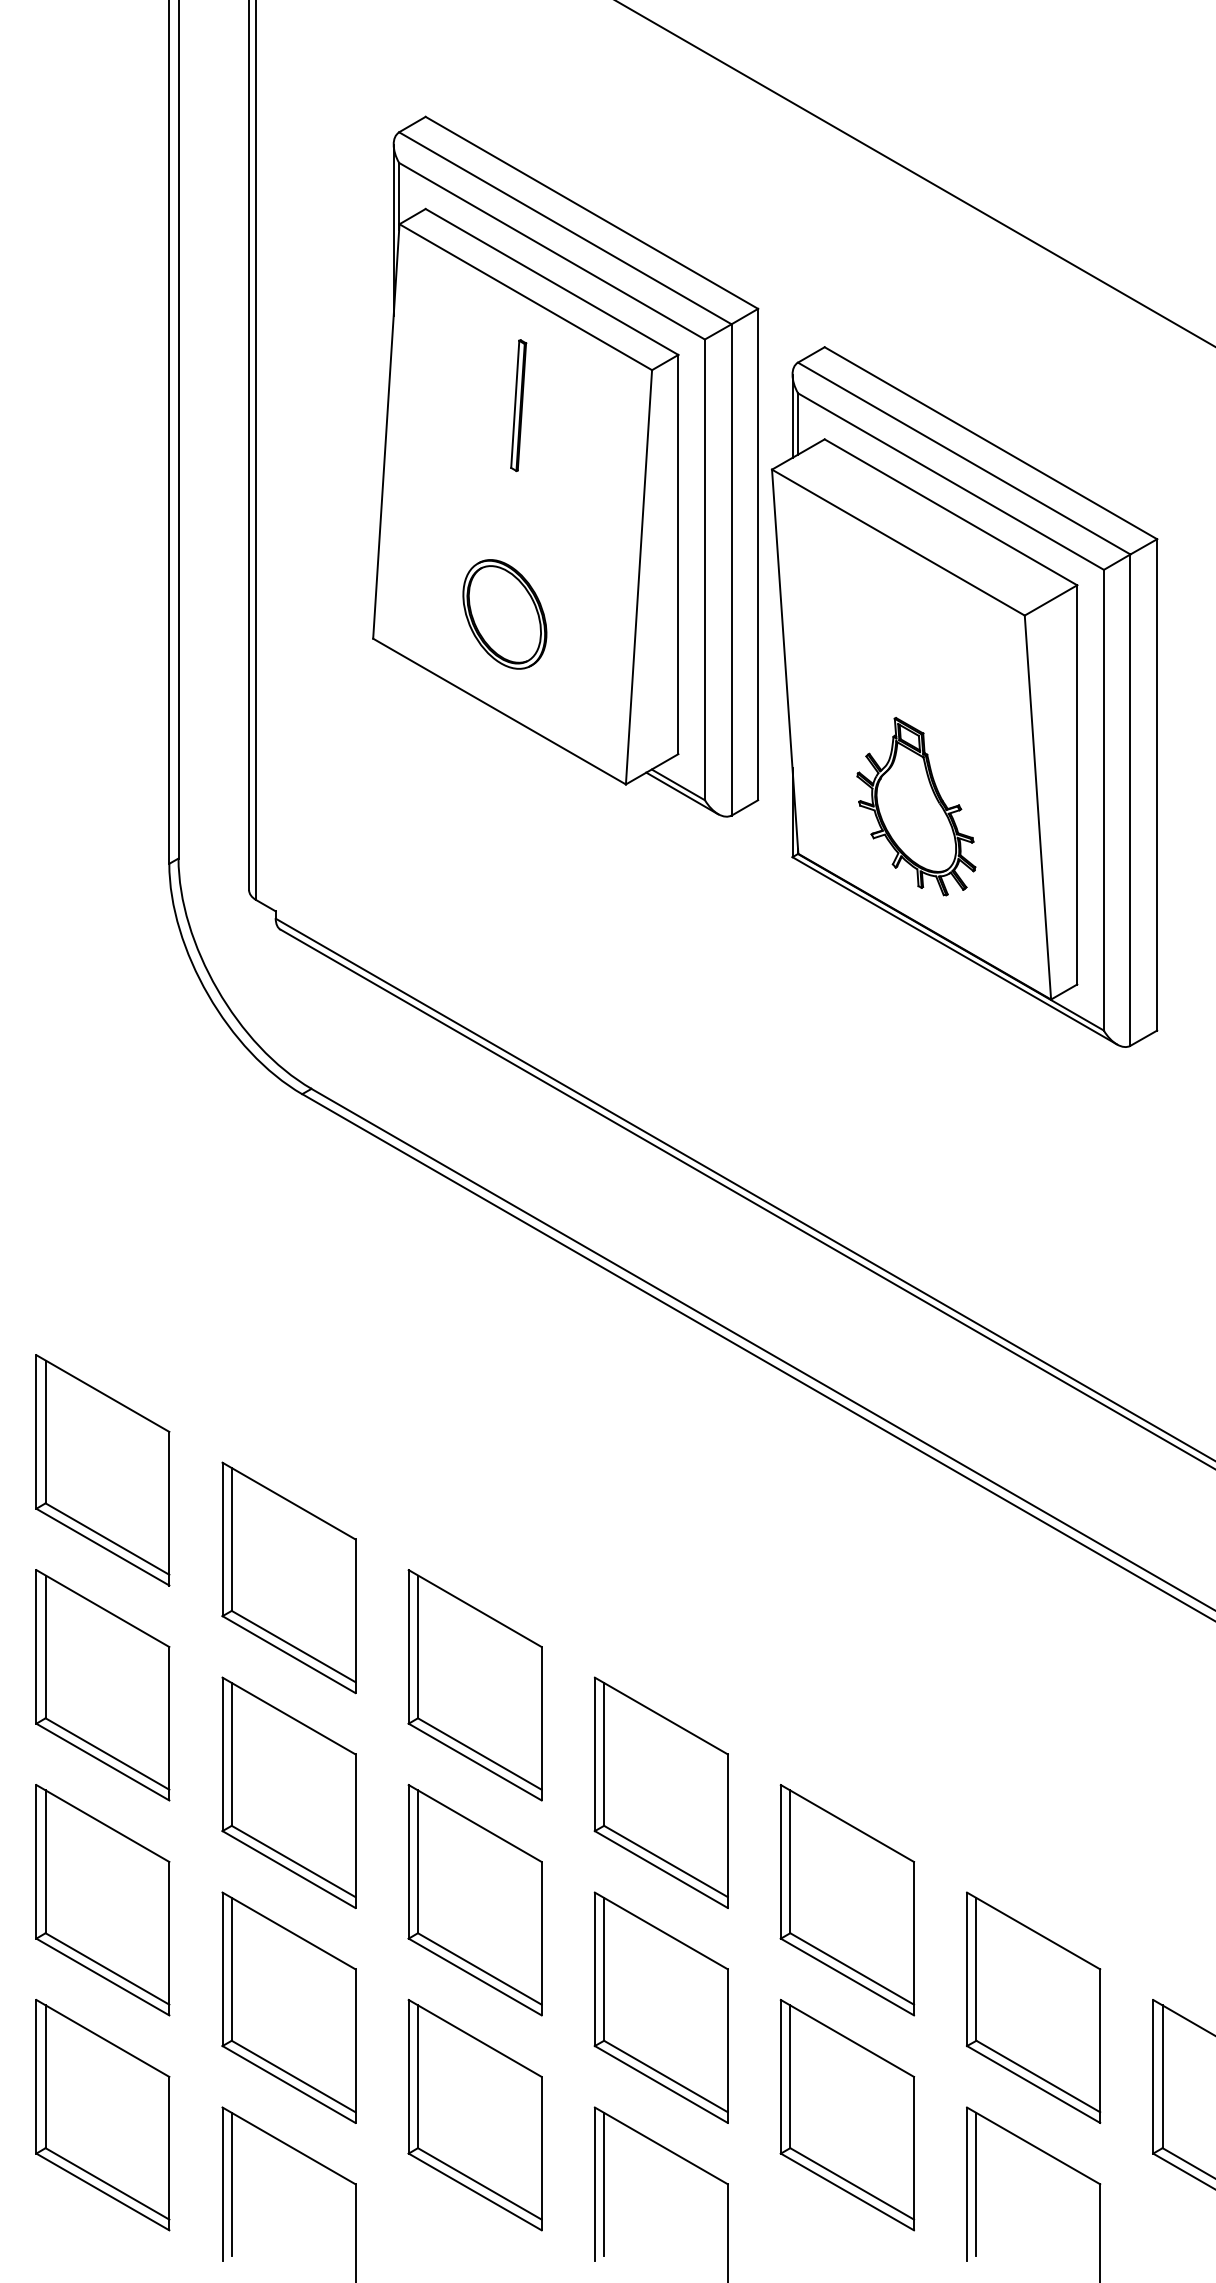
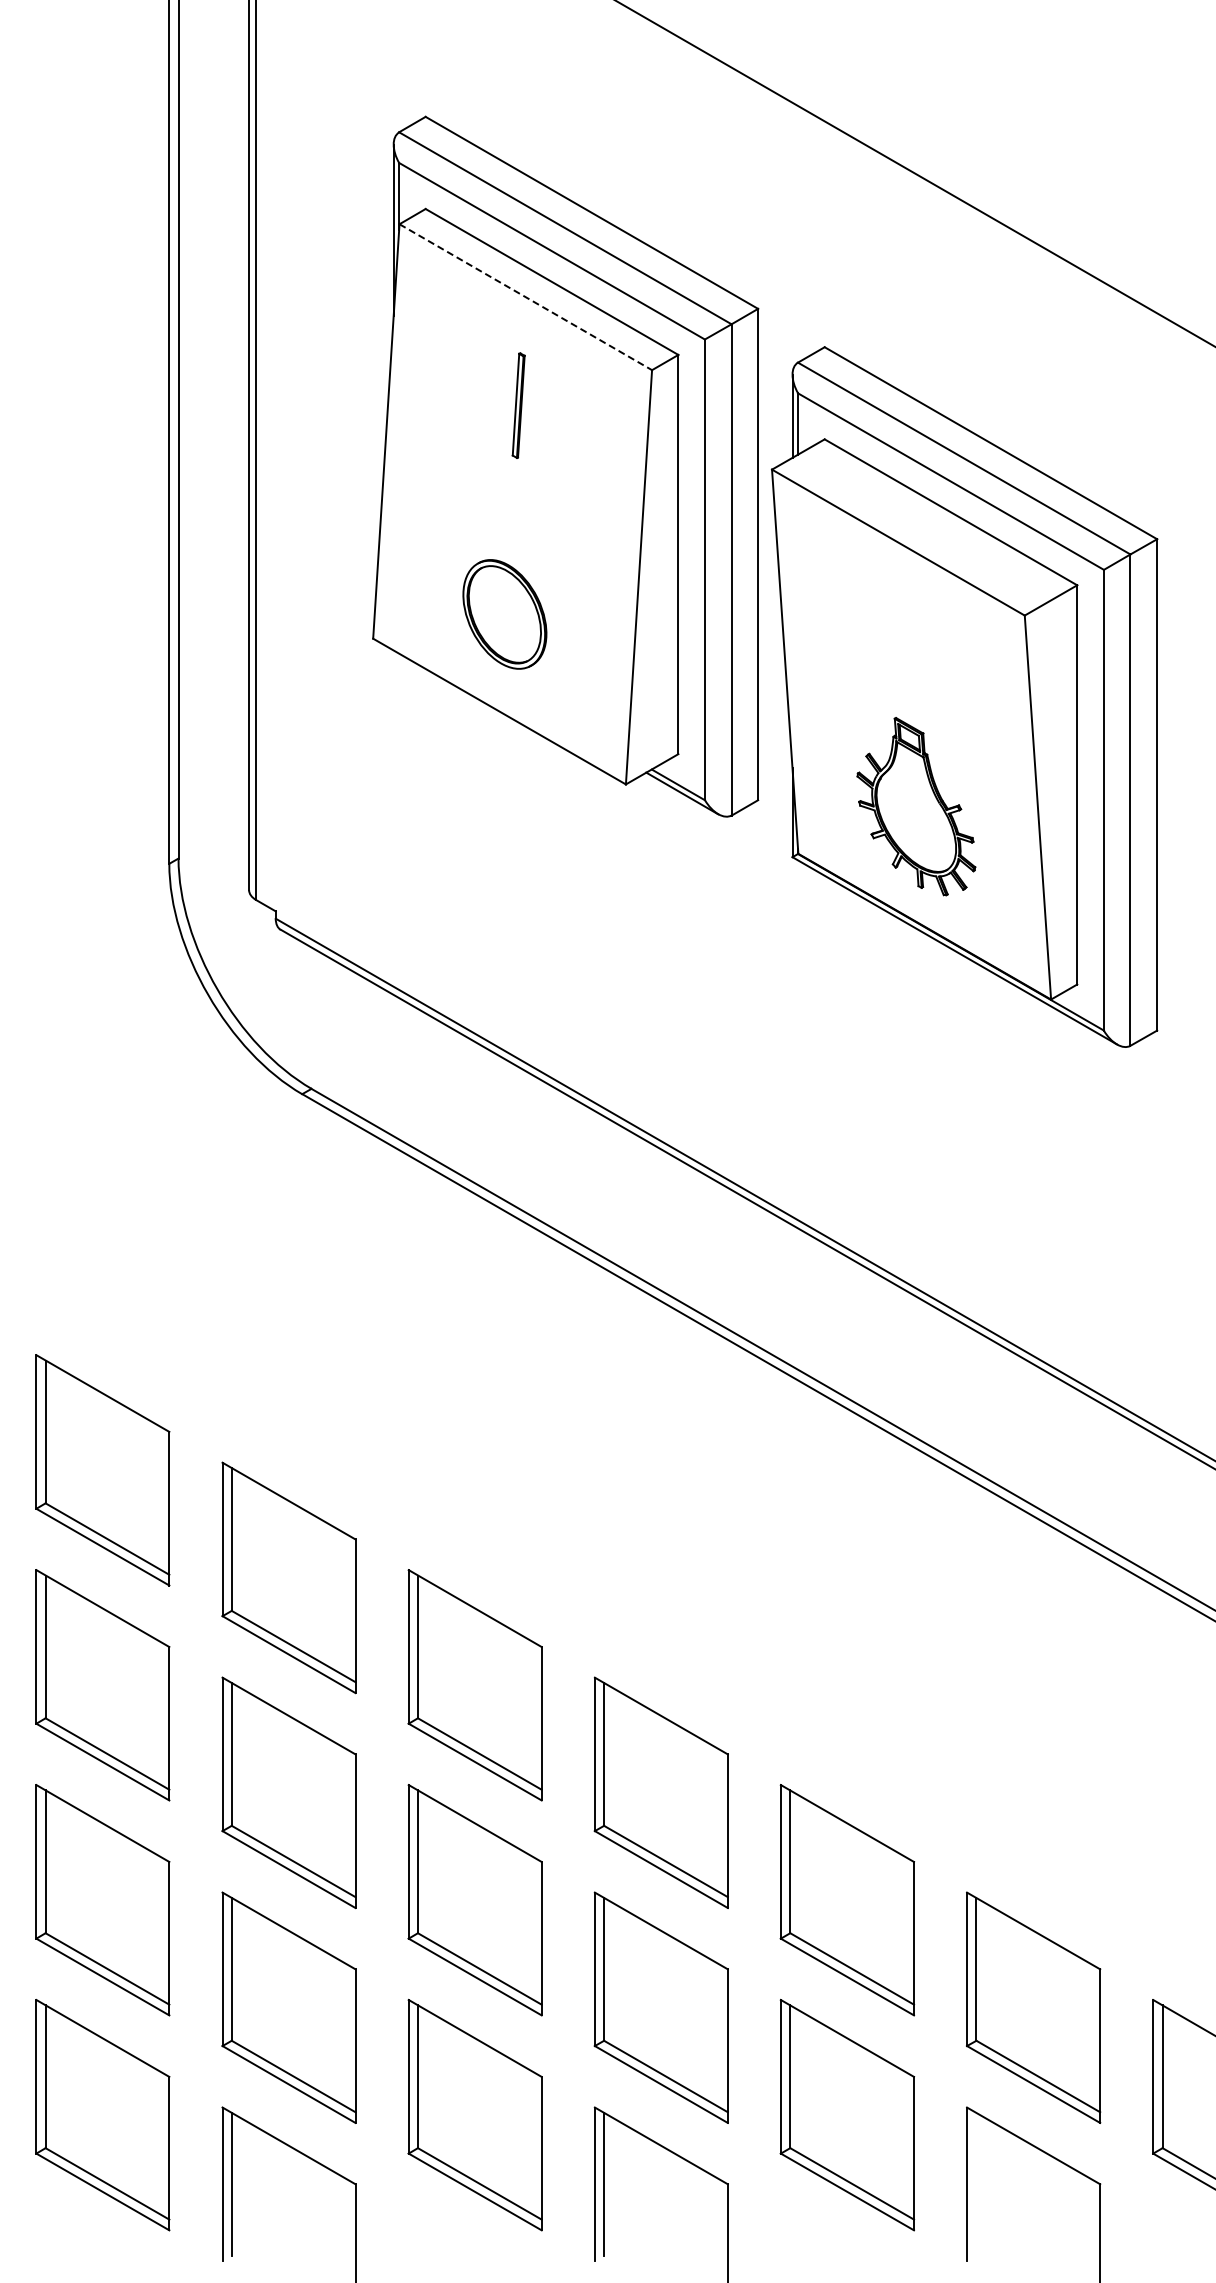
line at (525, 297): solid -> dashed
part at (518, 405) size: 18x134 px -> 15x107 px
line at (976, 2183): present -> none
